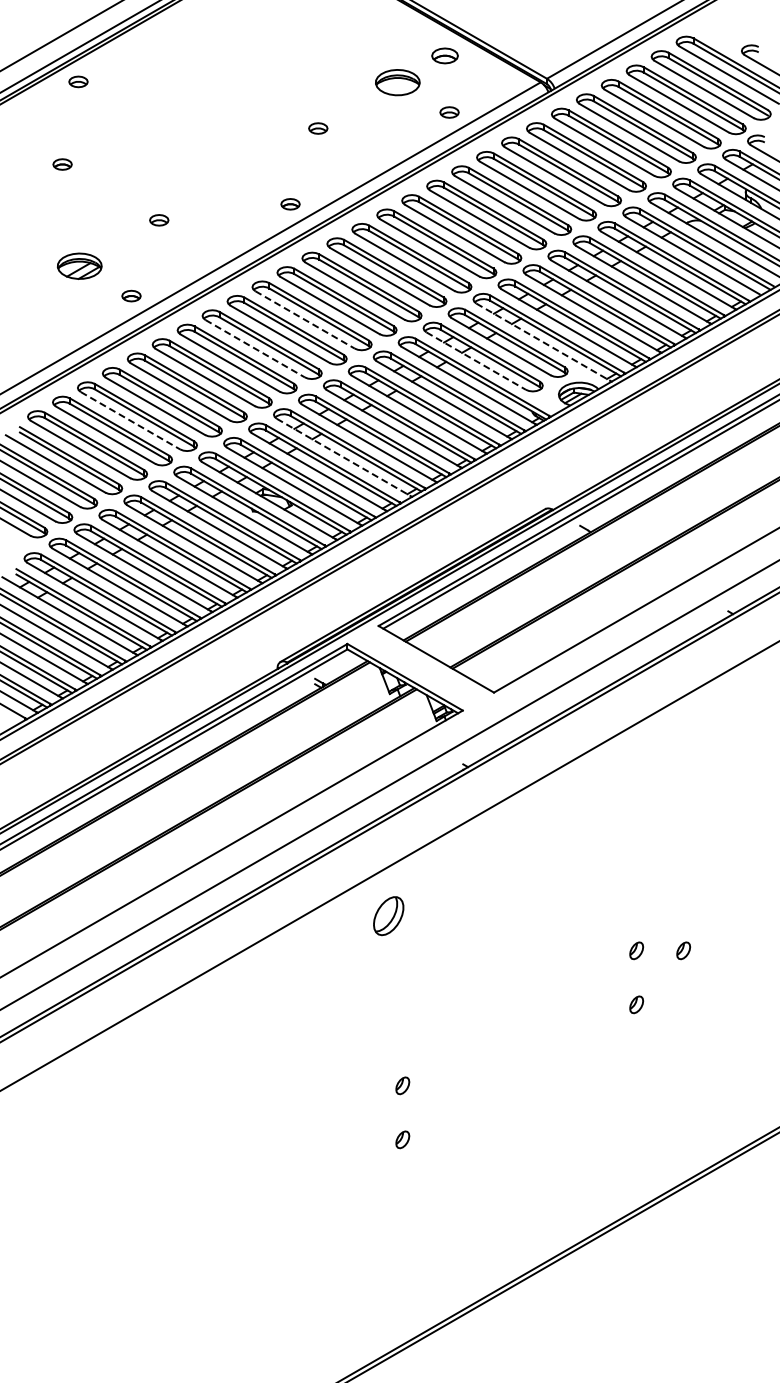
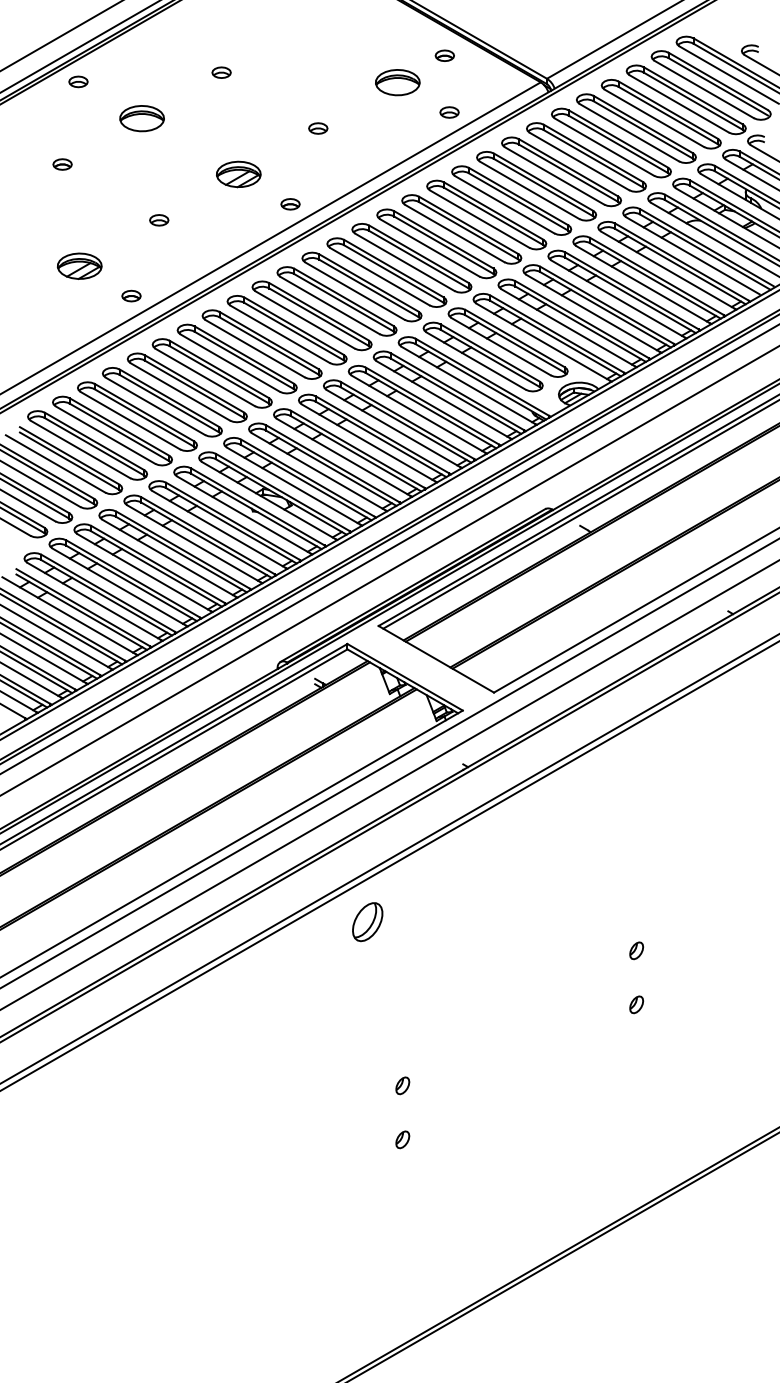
part at (444, 55) size: 28x18 px -> 21x13 px
part at (221, 72): none -> present
part at (141, 118): none -> present
part at (238, 174): none -> present
line at (305, 320): dashed -> solid
line at (543, 342): dashed -> solid
line at (255, 348): dashed -> solid
line at (476, 361): dashed -> solid
line at (130, 420): dashed -> solid
line at (344, 457): dashed -> solid
line at (389, 549): none -> present
line at (389, 570): none -> present
line at (389, 763): none -> present
line at (389, 858): none -> present
part at (388, 916) position: (388, 916) -> (367, 922)
part at (683, 950): present -> none
